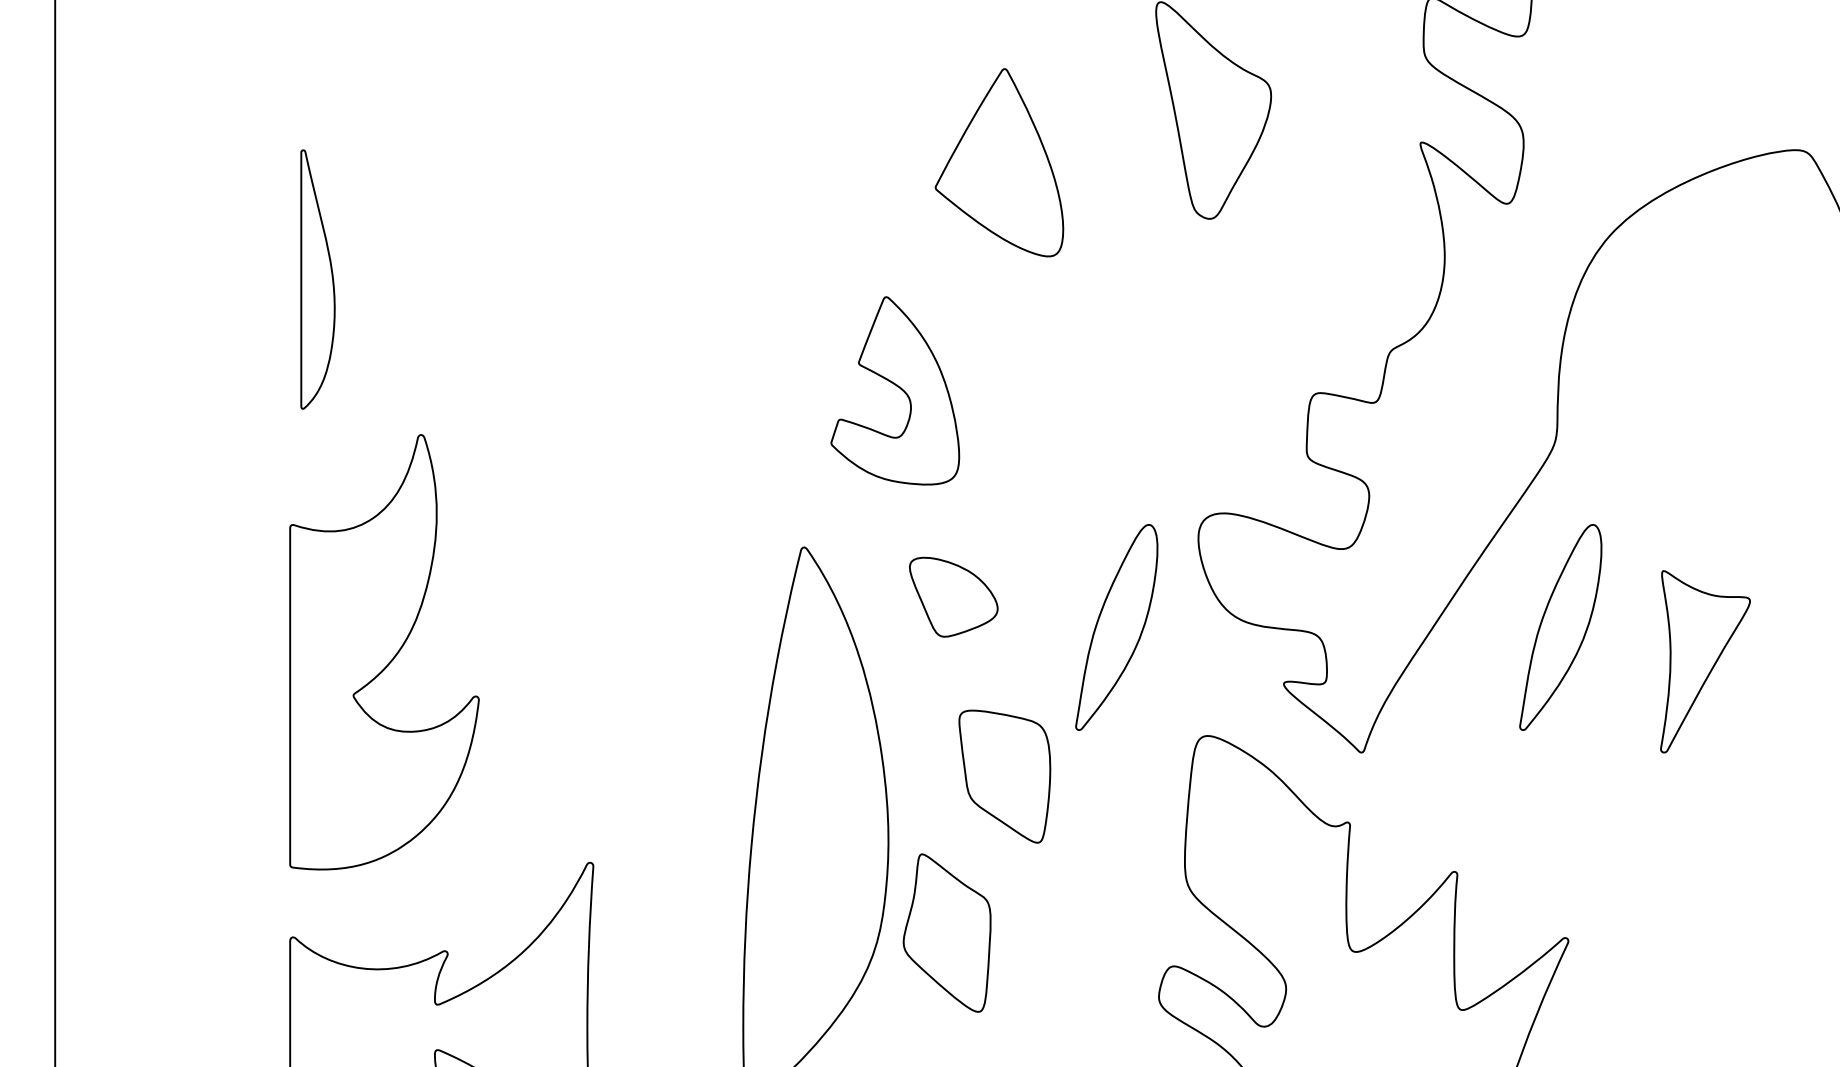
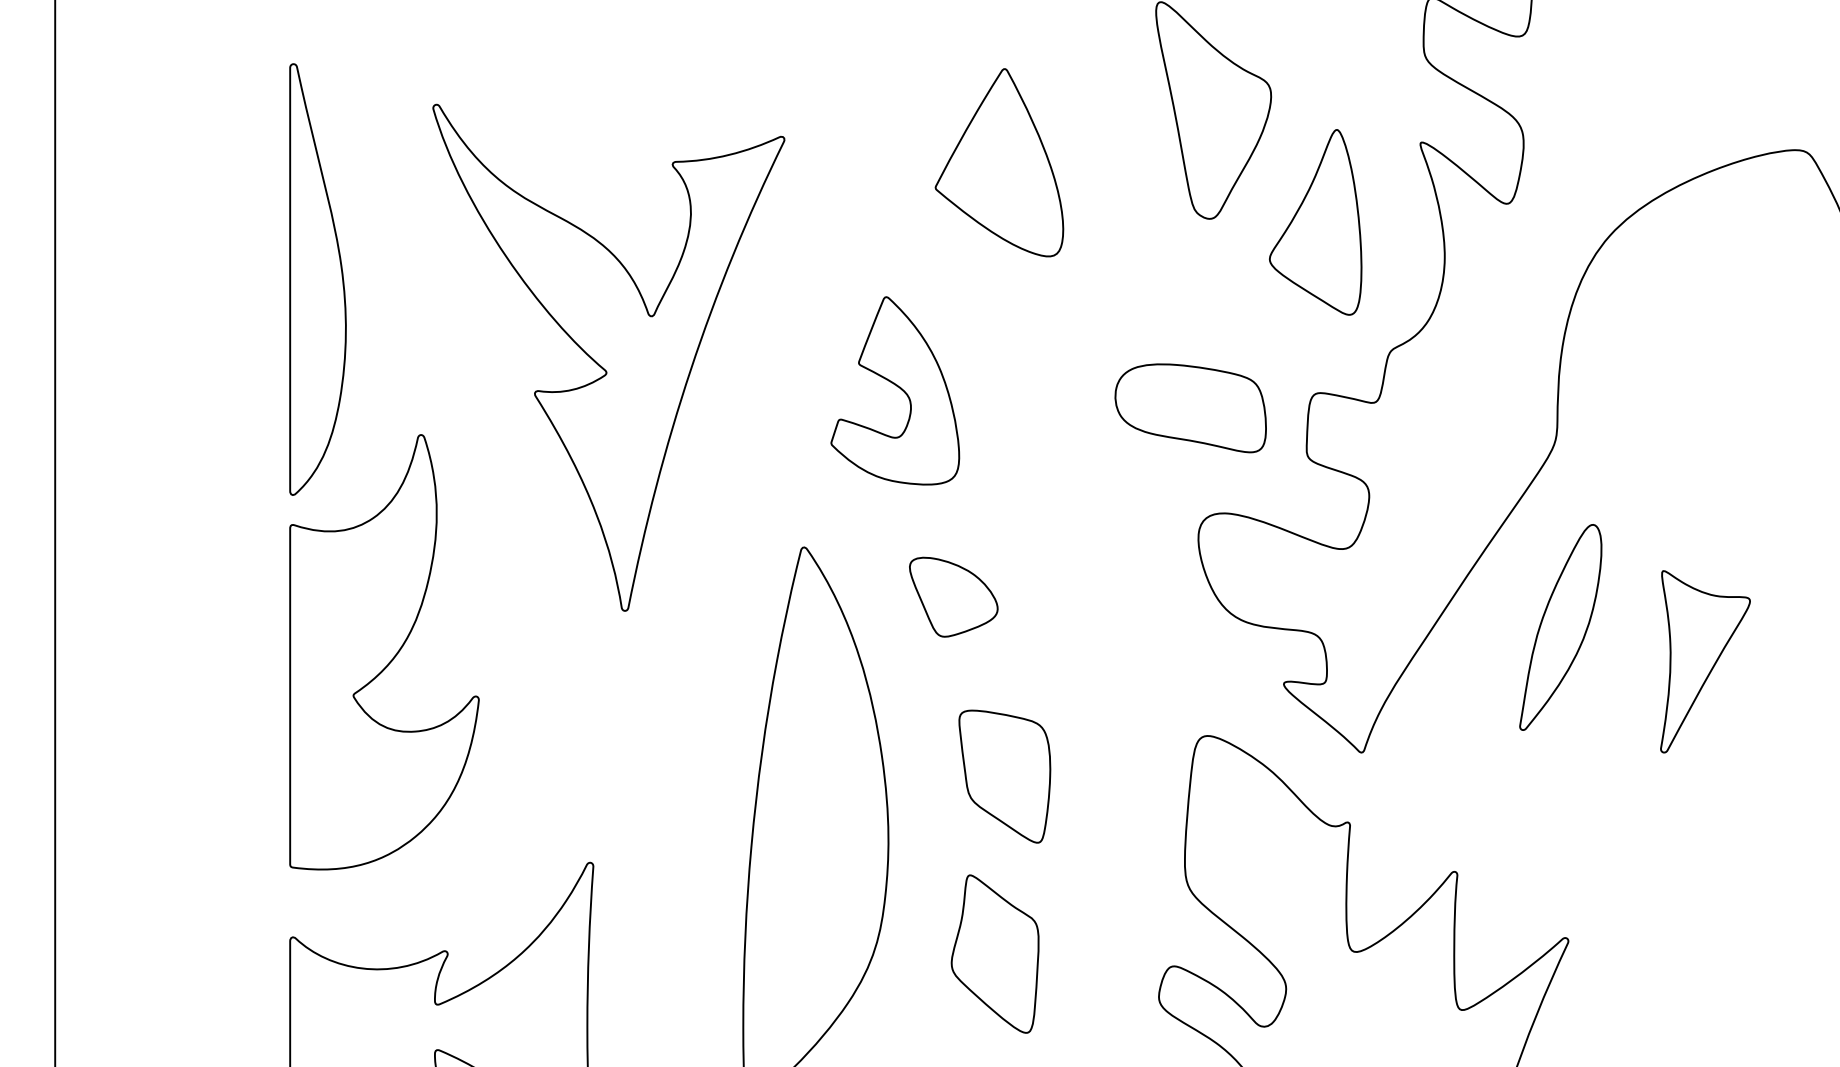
part at (1315, 222): none -> present
part at (317, 279) size: 36x261 px -> 58x433 px
part at (608, 357): none -> present
part at (1190, 408): none -> present
part at (1116, 627): present -> none
part at (946, 932) position: (946, 932) -> (994, 953)
